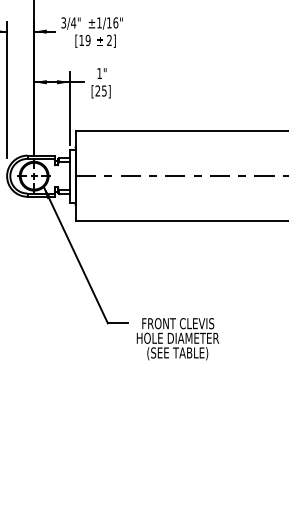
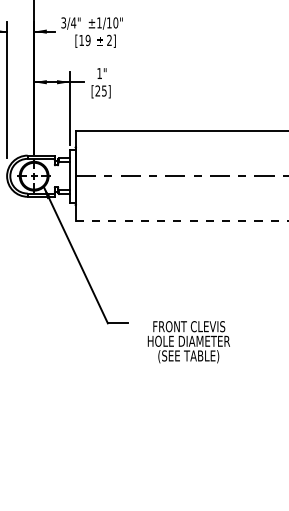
text at (115, 22): ±1/16" -> ±1/10"
line at (182, 220): solid -> dashed
text at (177, 339) position: (177, 339) -> (188, 342)
